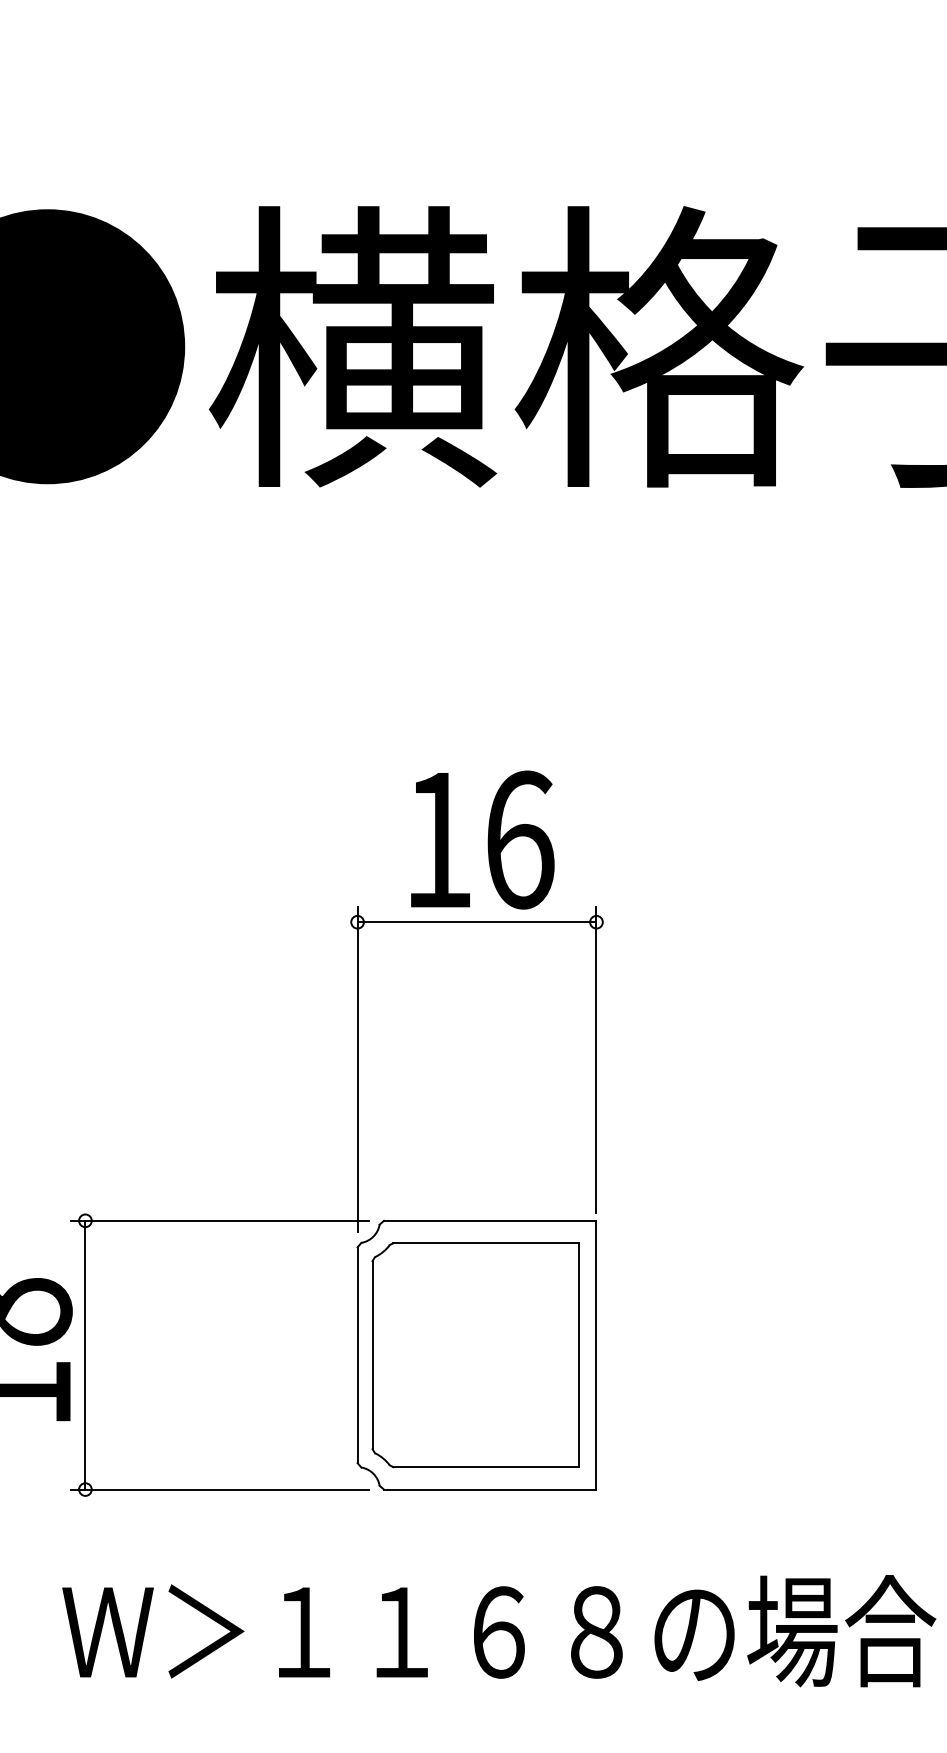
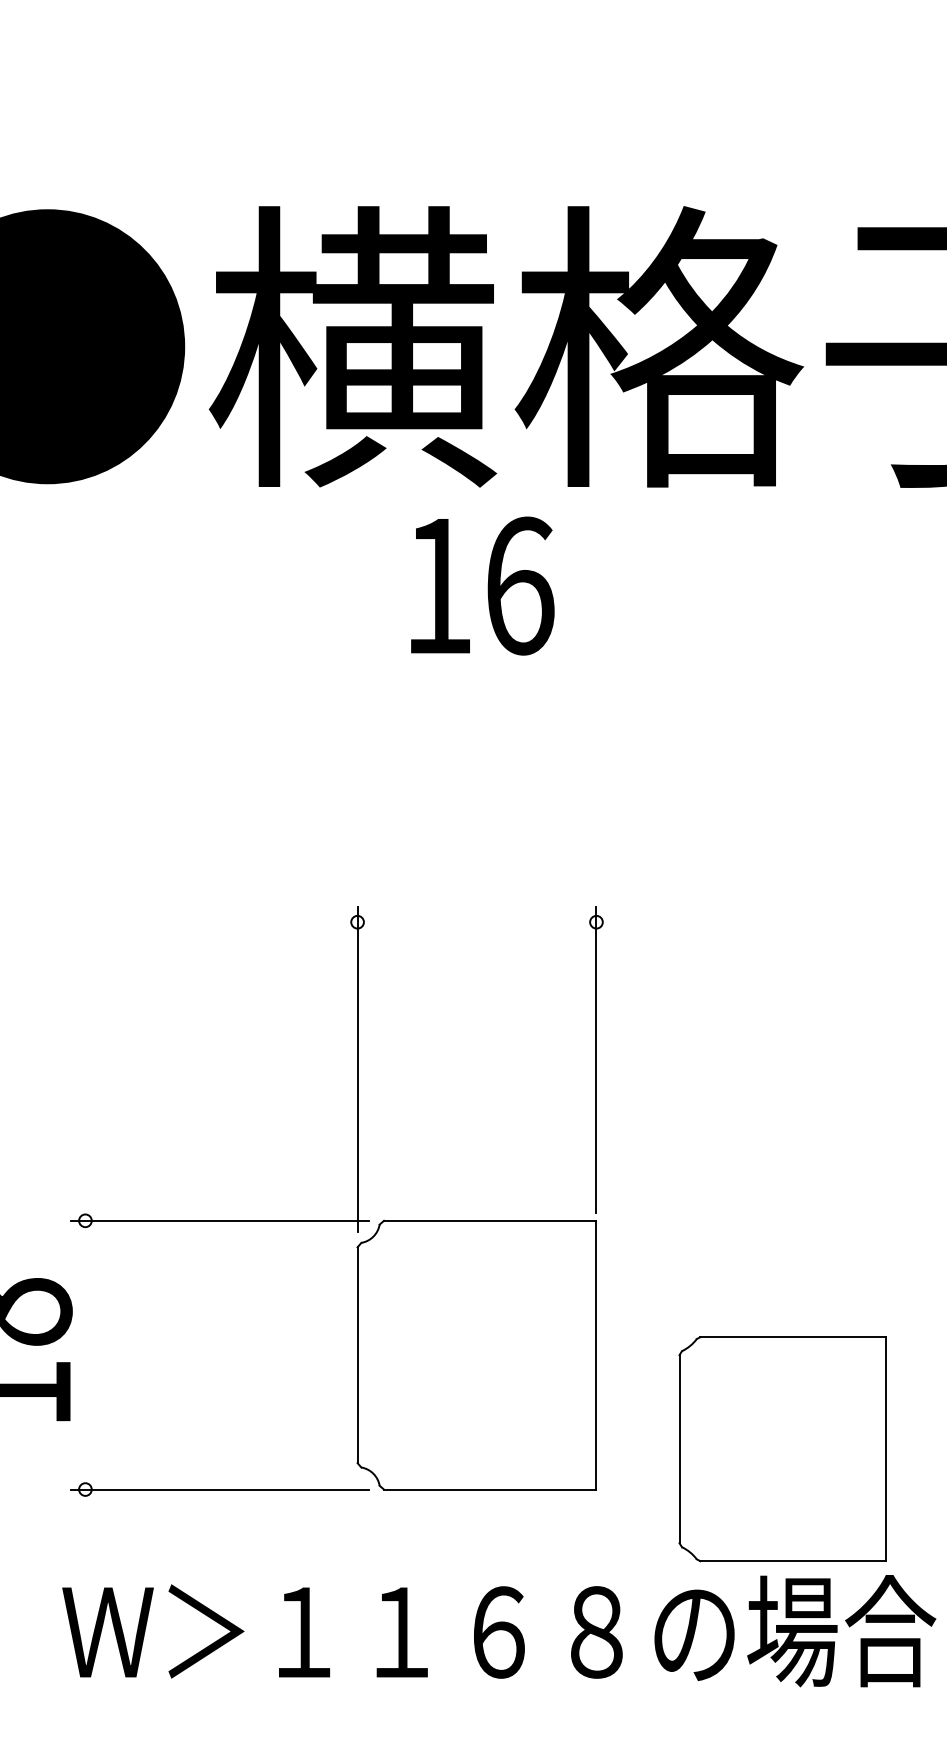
text at (482, 839) position: (482, 839) -> (482, 585)
line at (476, 922): present -> none
line at (85, 1354): present -> none
part at (475, 1355) position: (475, 1355) -> (782, 1449)
